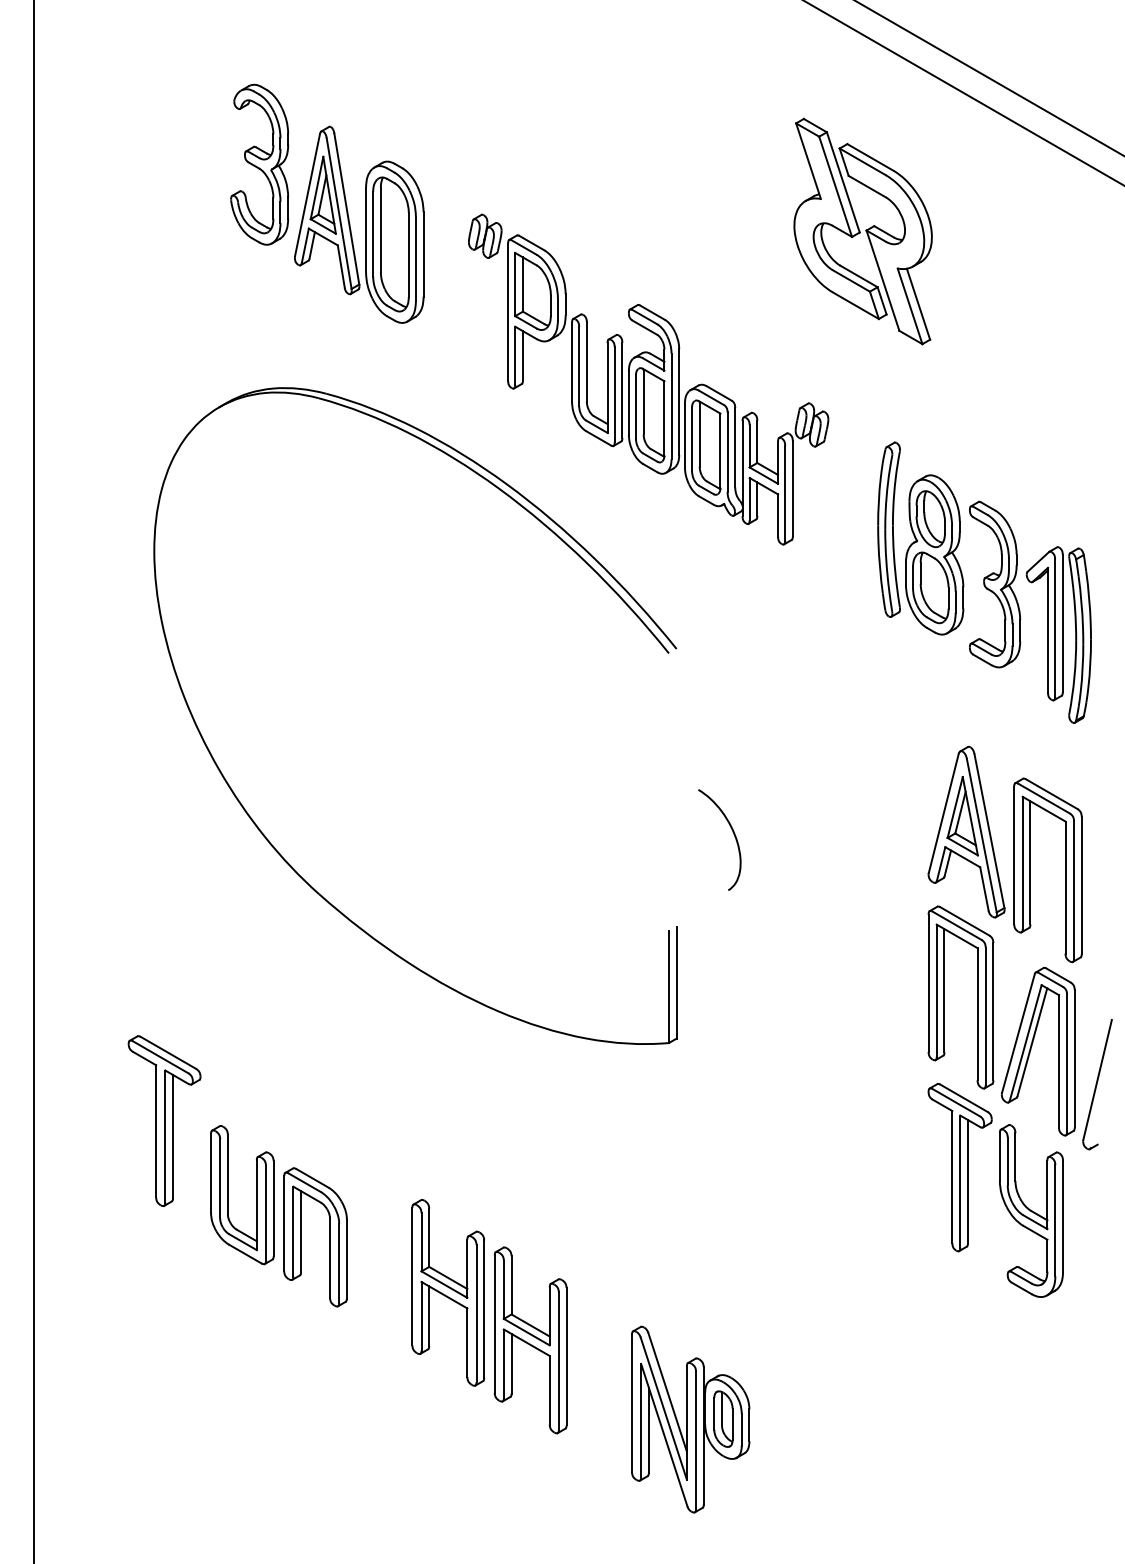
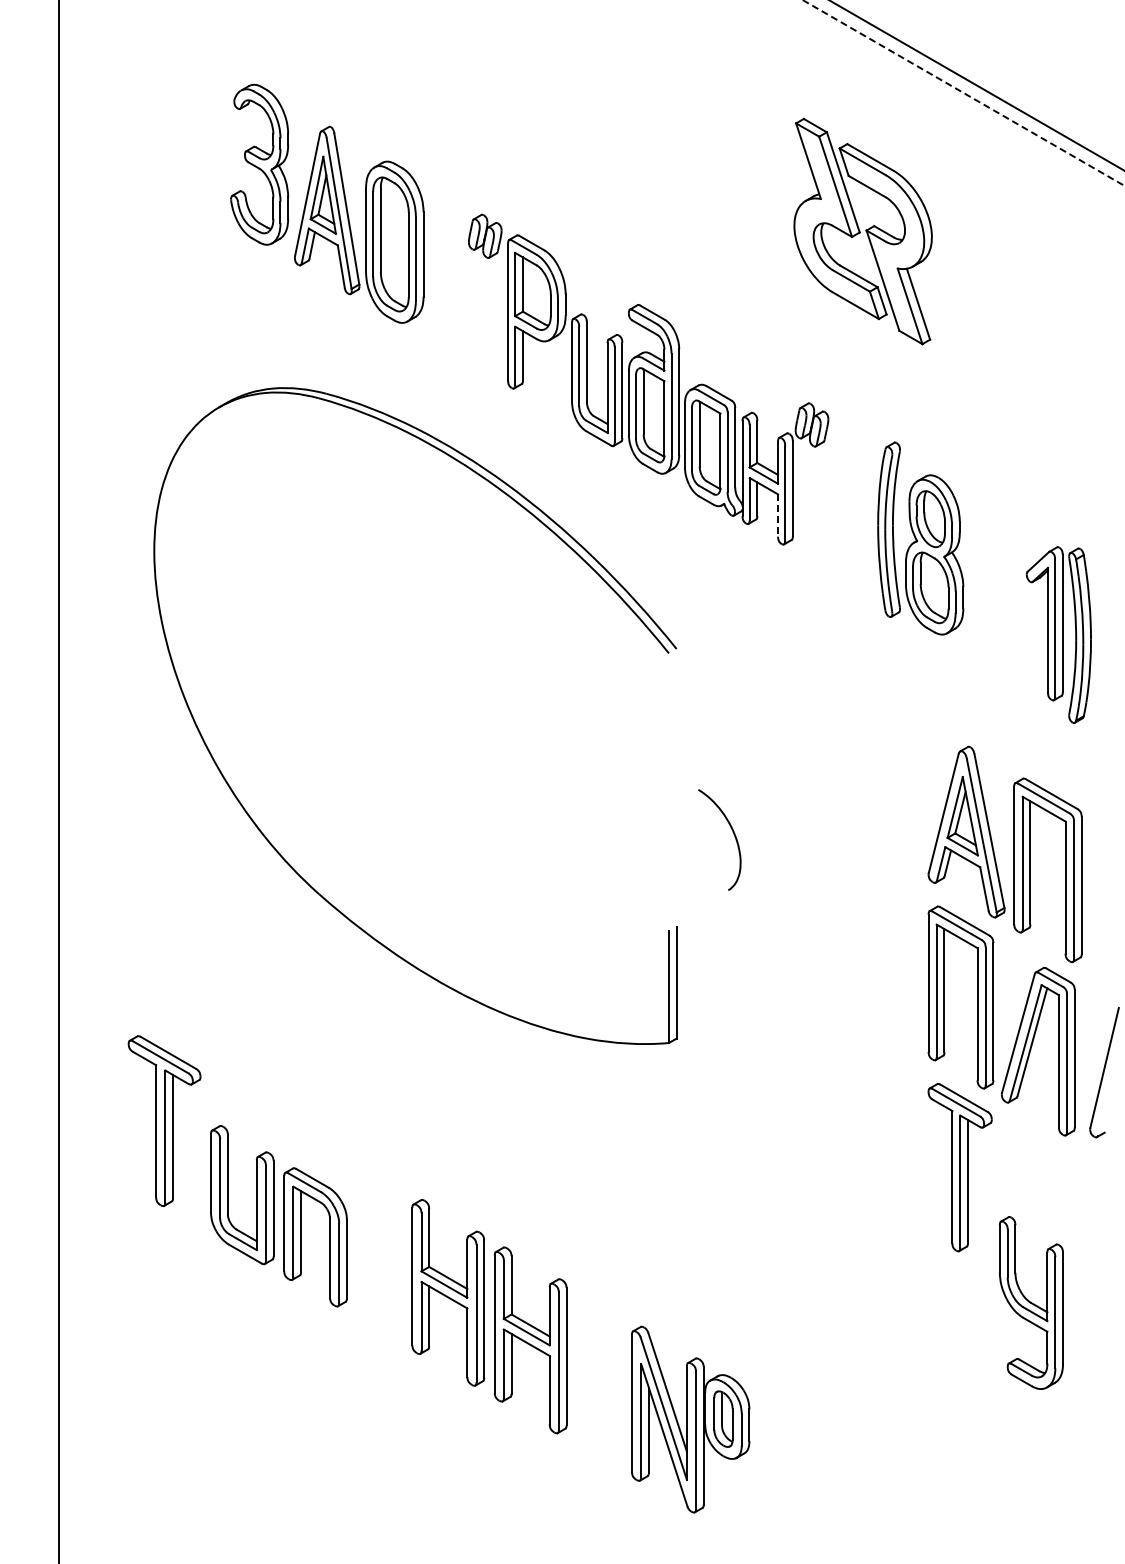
line at (989, 78) position: (989, 78) -> (977, 85)
line at (963, 93): solid -> dashed
line at (778, 516): solid -> dashed
part at (995, 584): present -> none
line at (33, 781) position: (33, 781) -> (58, 781)
part at (1097, 1084) position: (1097, 1084) -> (1104, 1072)
part at (1031, 1210) position: (1031, 1210) -> (1031, 1302)
